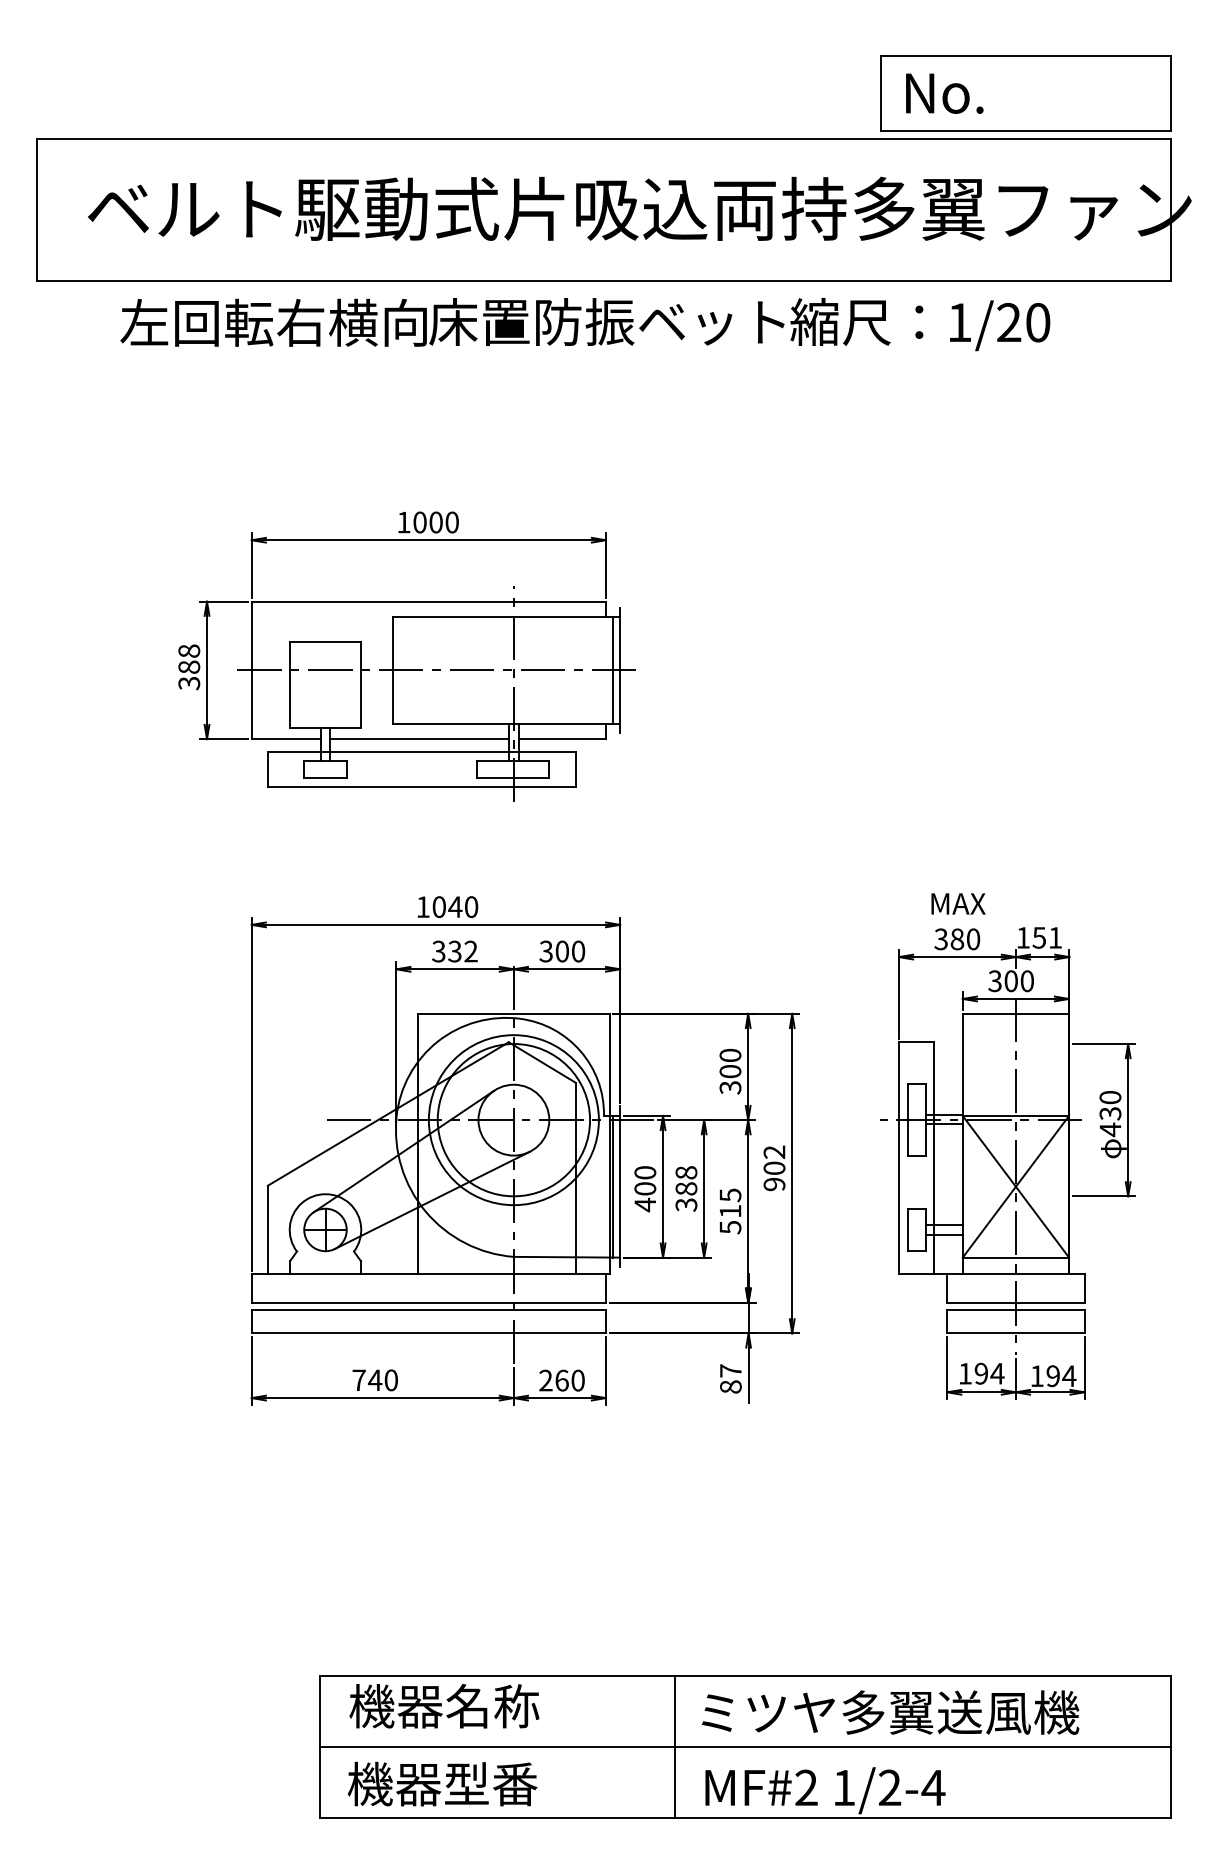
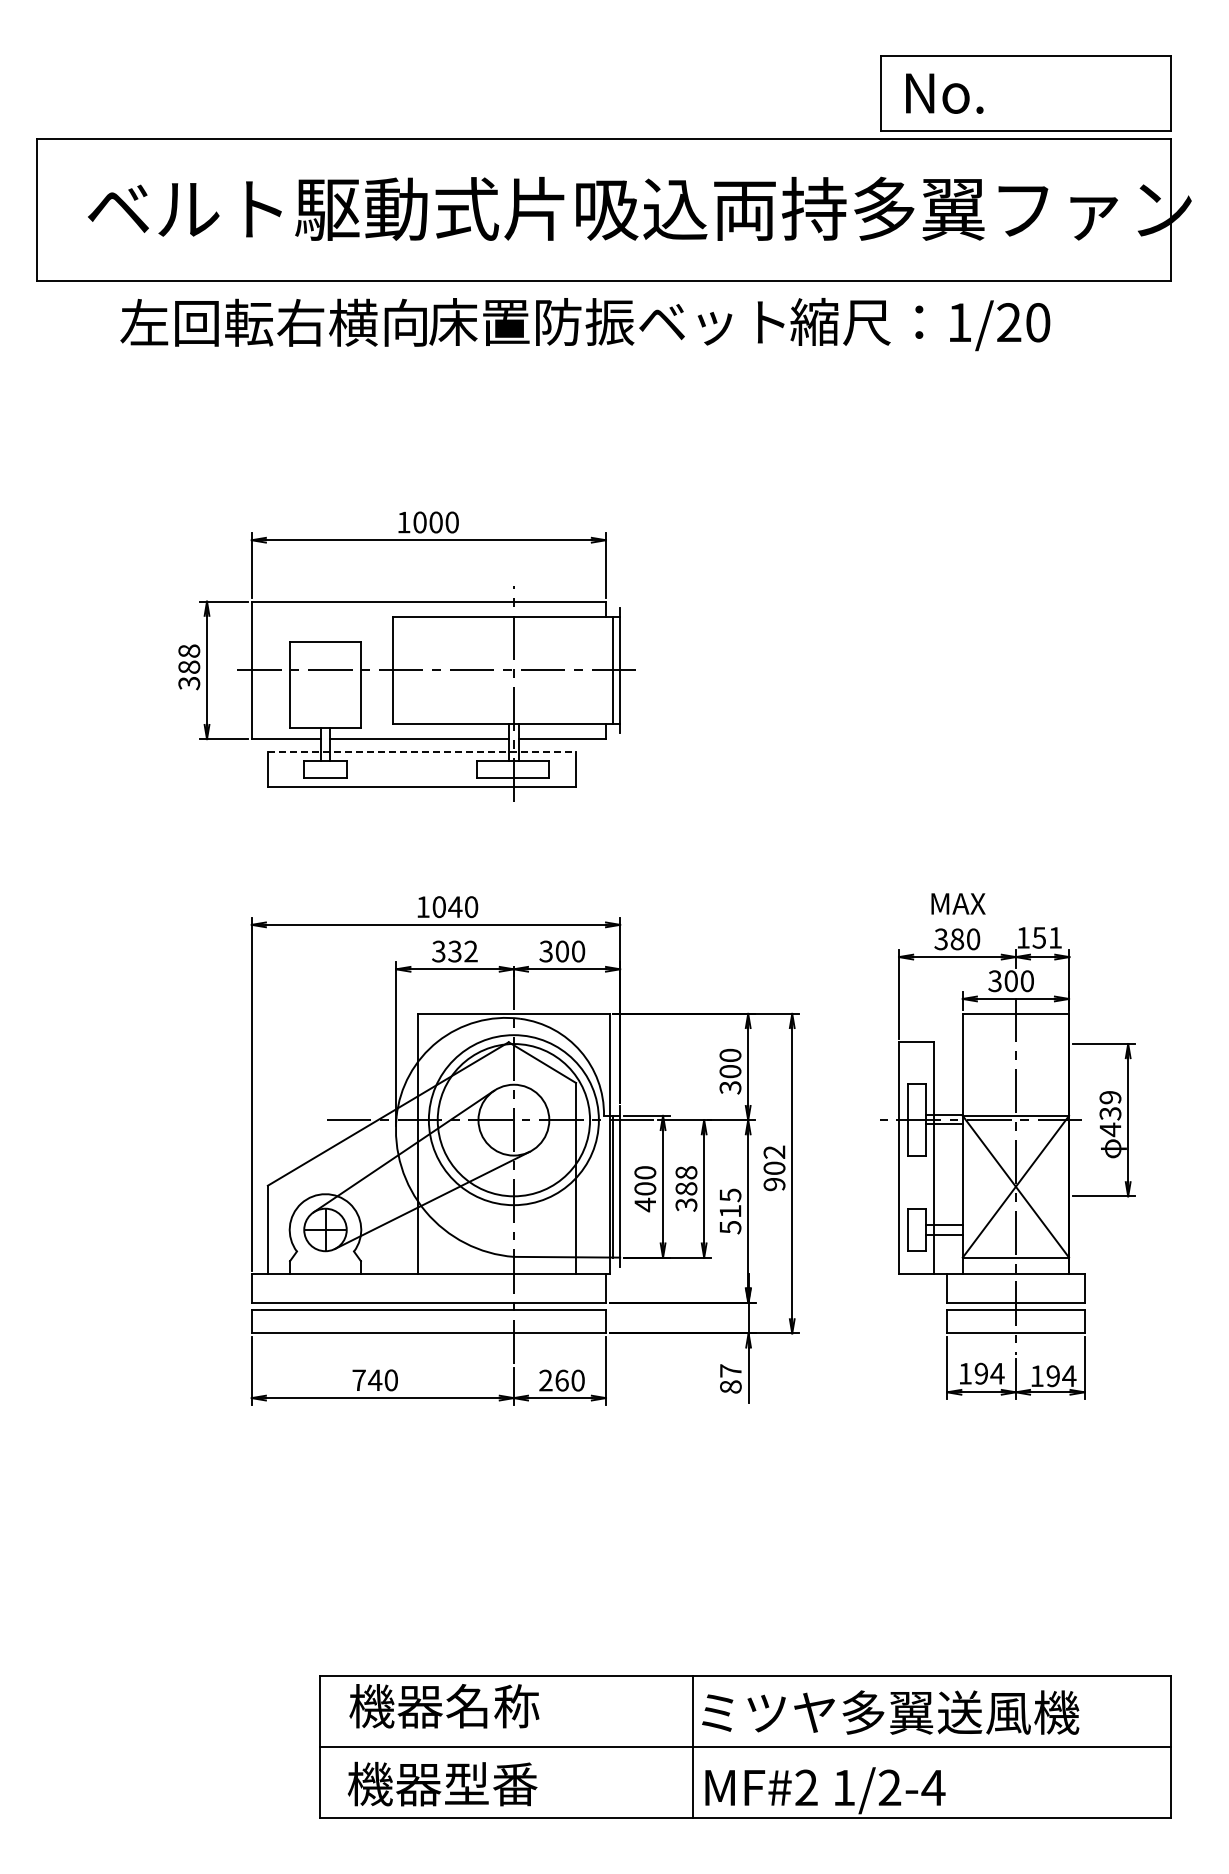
line at (422, 751): solid -> dashed
text at (1110, 1097): 430 -> 439
line at (674, 1746) position: (674, 1746) -> (692, 1746)
